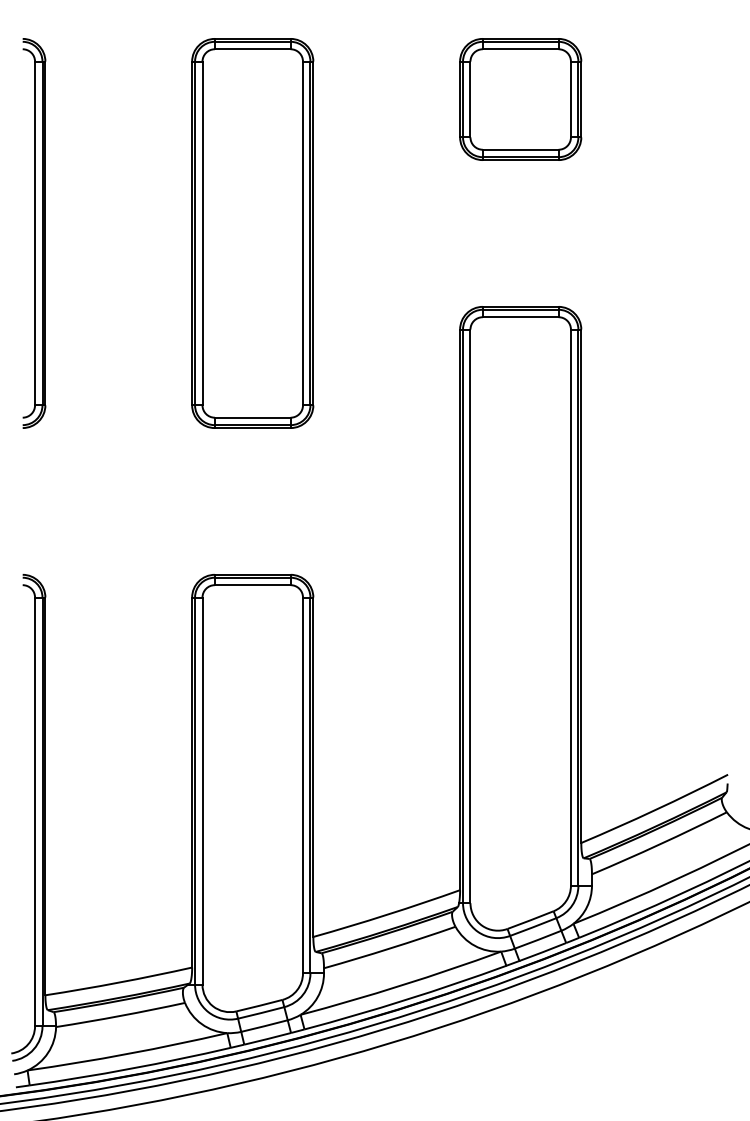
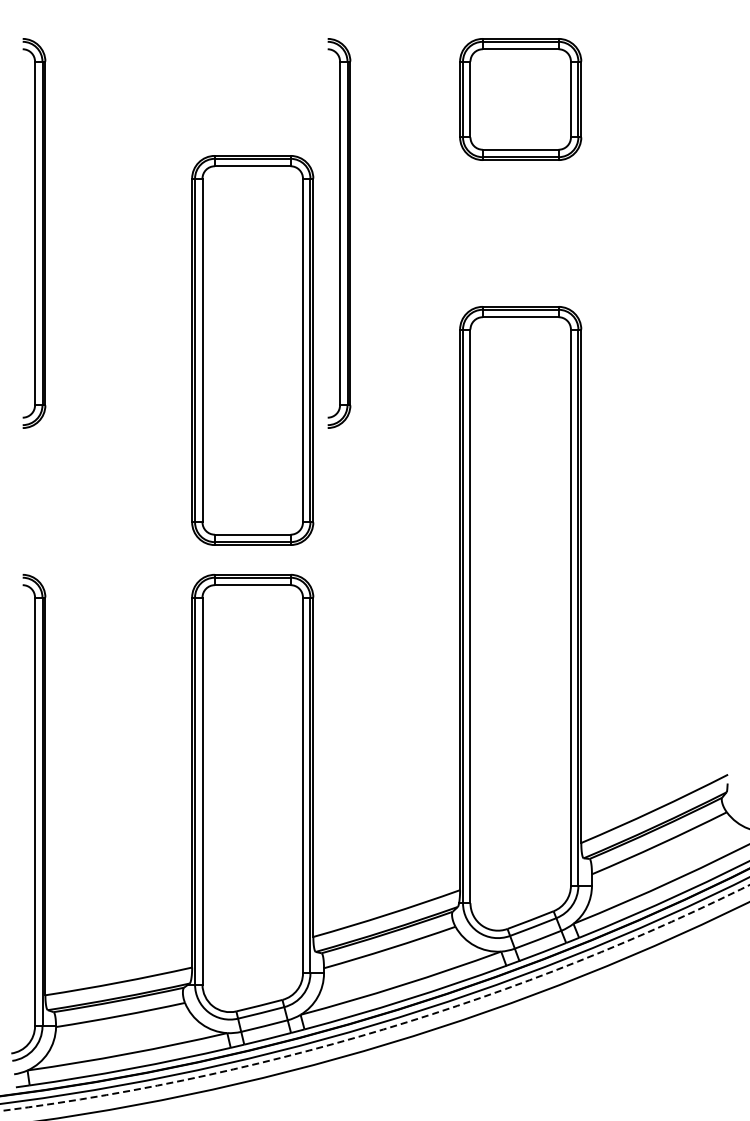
part at (252, 233) position: (252, 233) -> (252, 350)
part at (339, 233): none -> present
arc at (383, 1029): solid -> dashed
